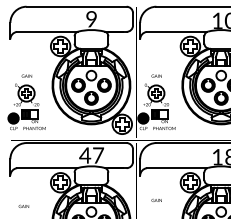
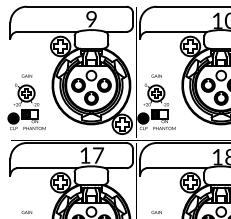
text at (85, 155): 47 -> 17
text at (156, 199) position: (156, 199) -> (156, 211)
text at (23, 205) position: (23, 205) -> (26, 211)
